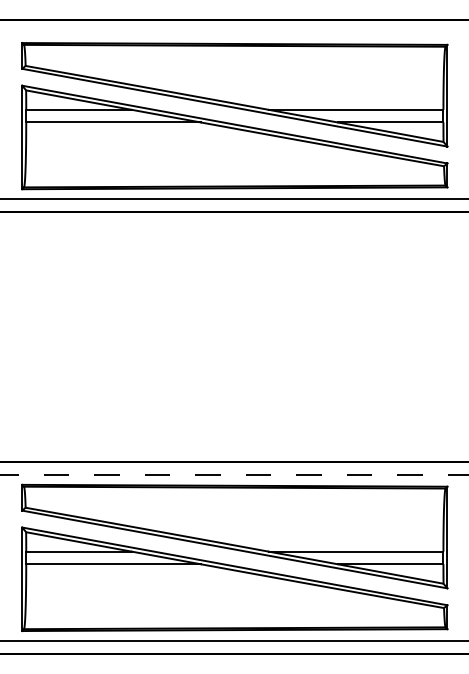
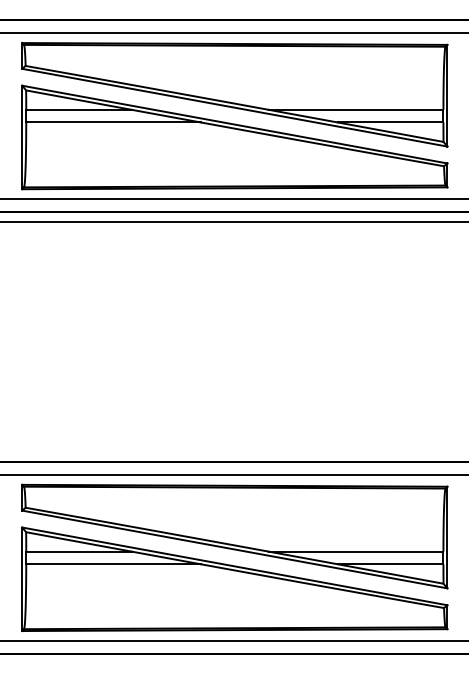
line at (233, 32): none -> present
line at (233, 221): none -> present
line at (234, 474): dashed -> solid
